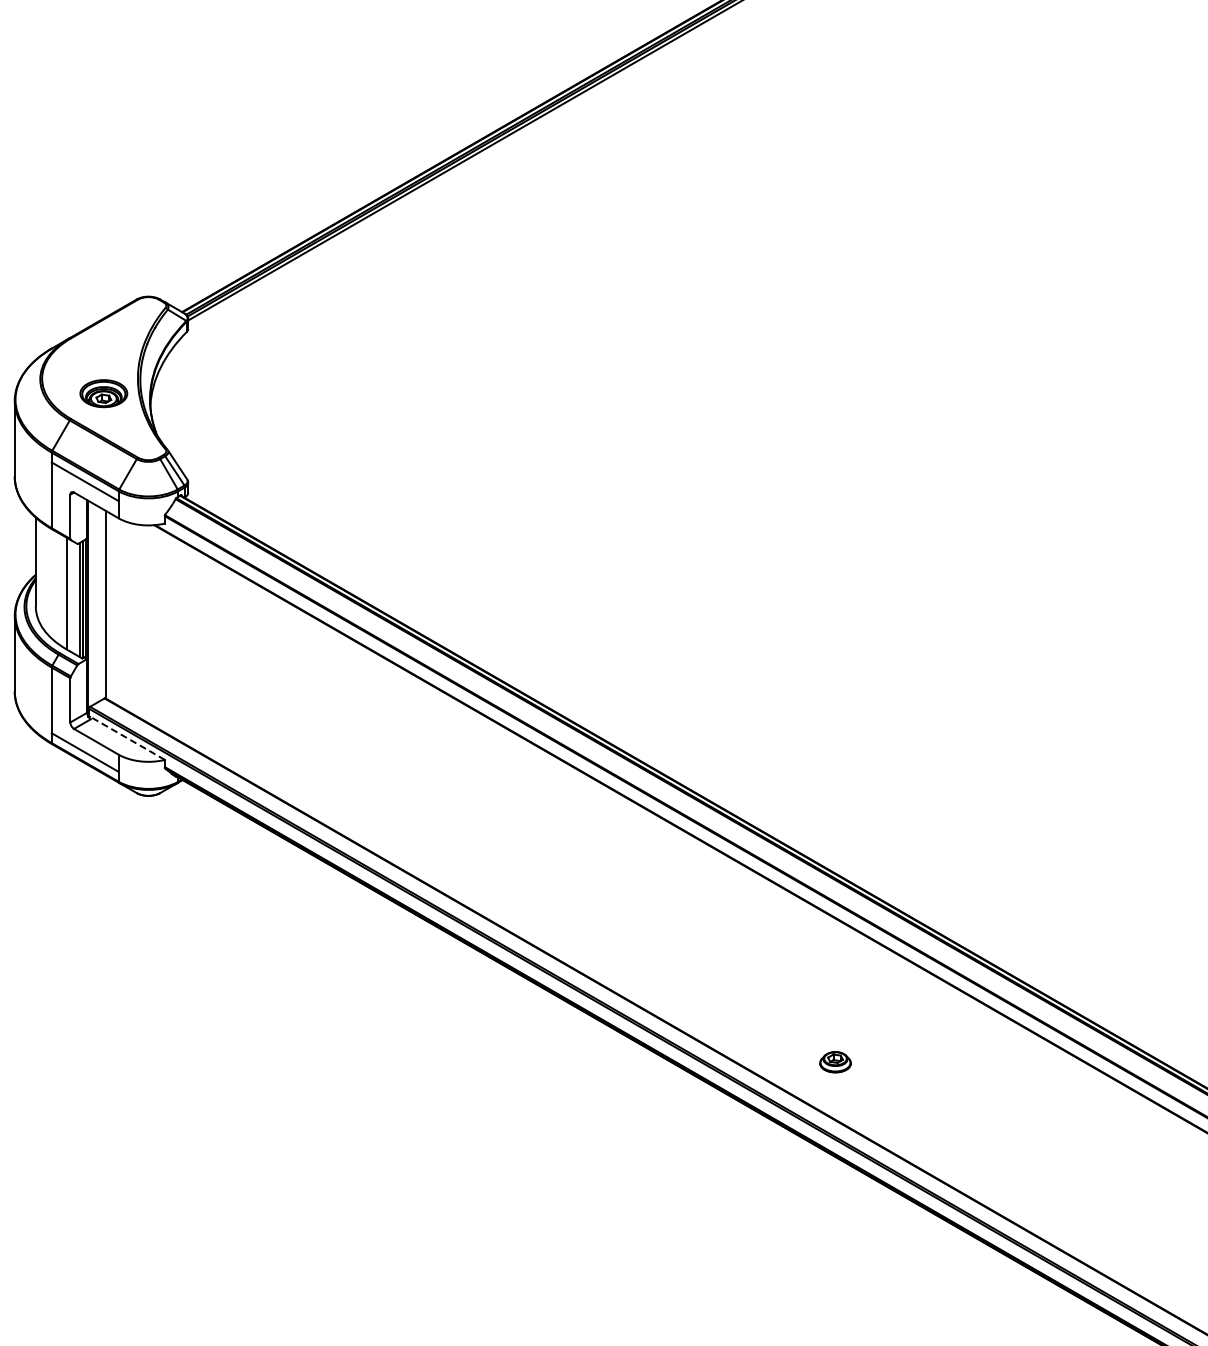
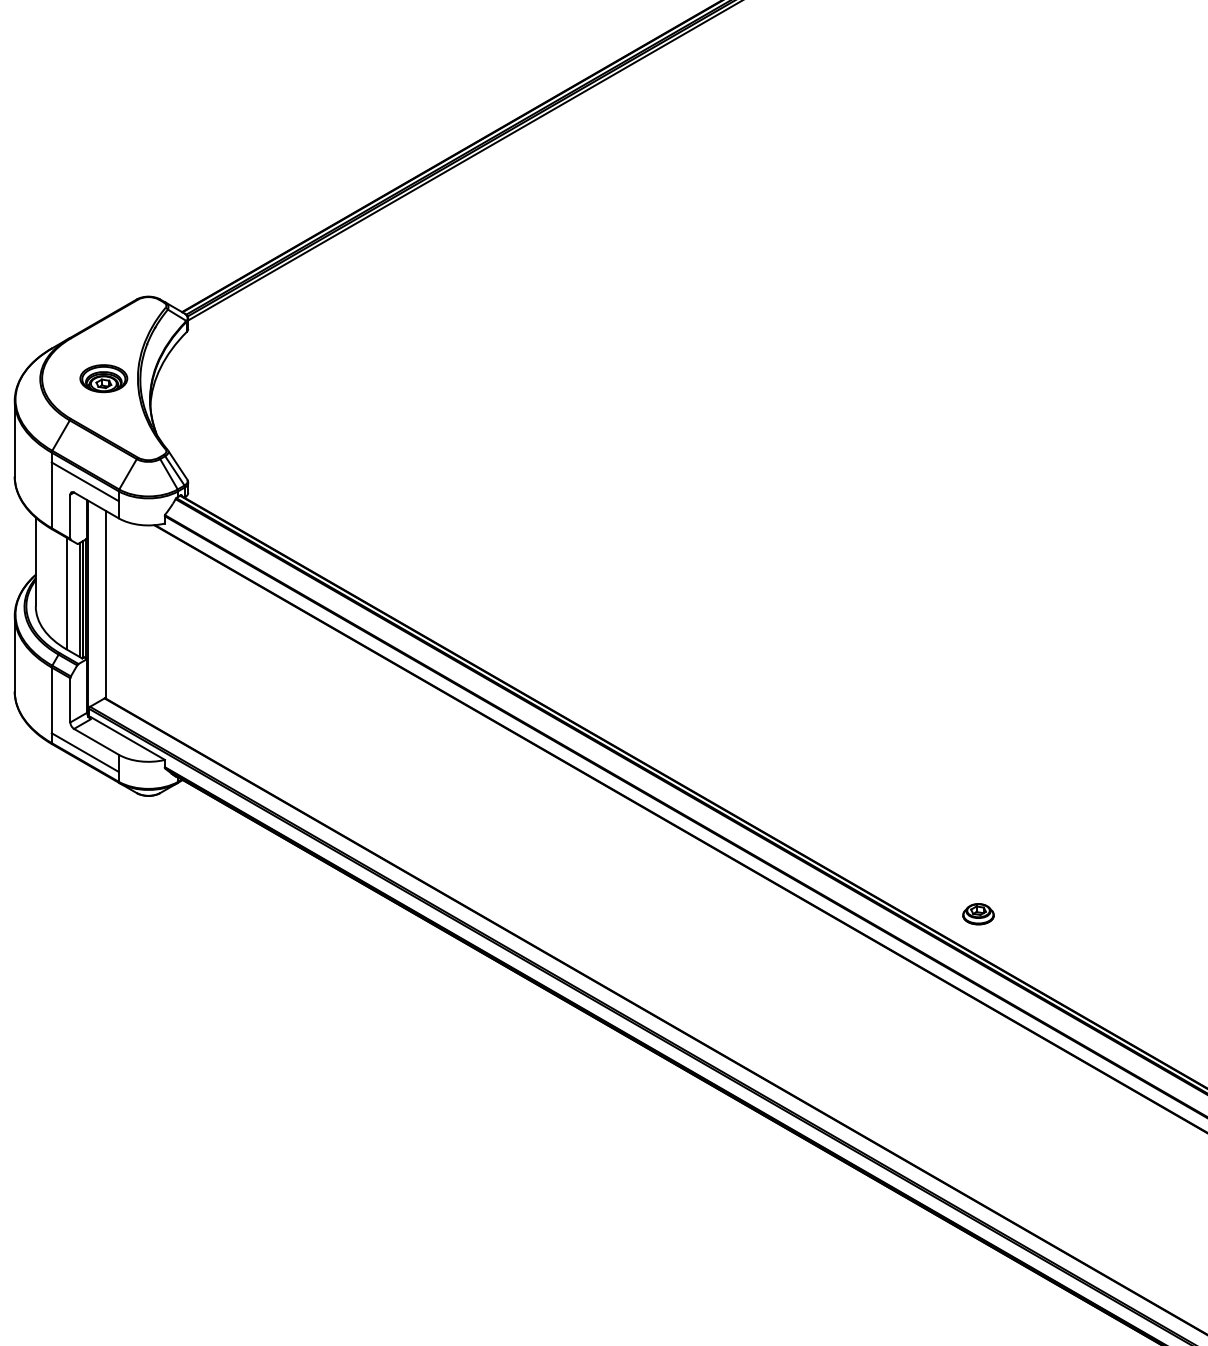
part at (103, 393) position: (103, 393) -> (103, 378)
line at (127, 738): dashed -> solid
part at (835, 1062) position: (835, 1062) -> (978, 914)
